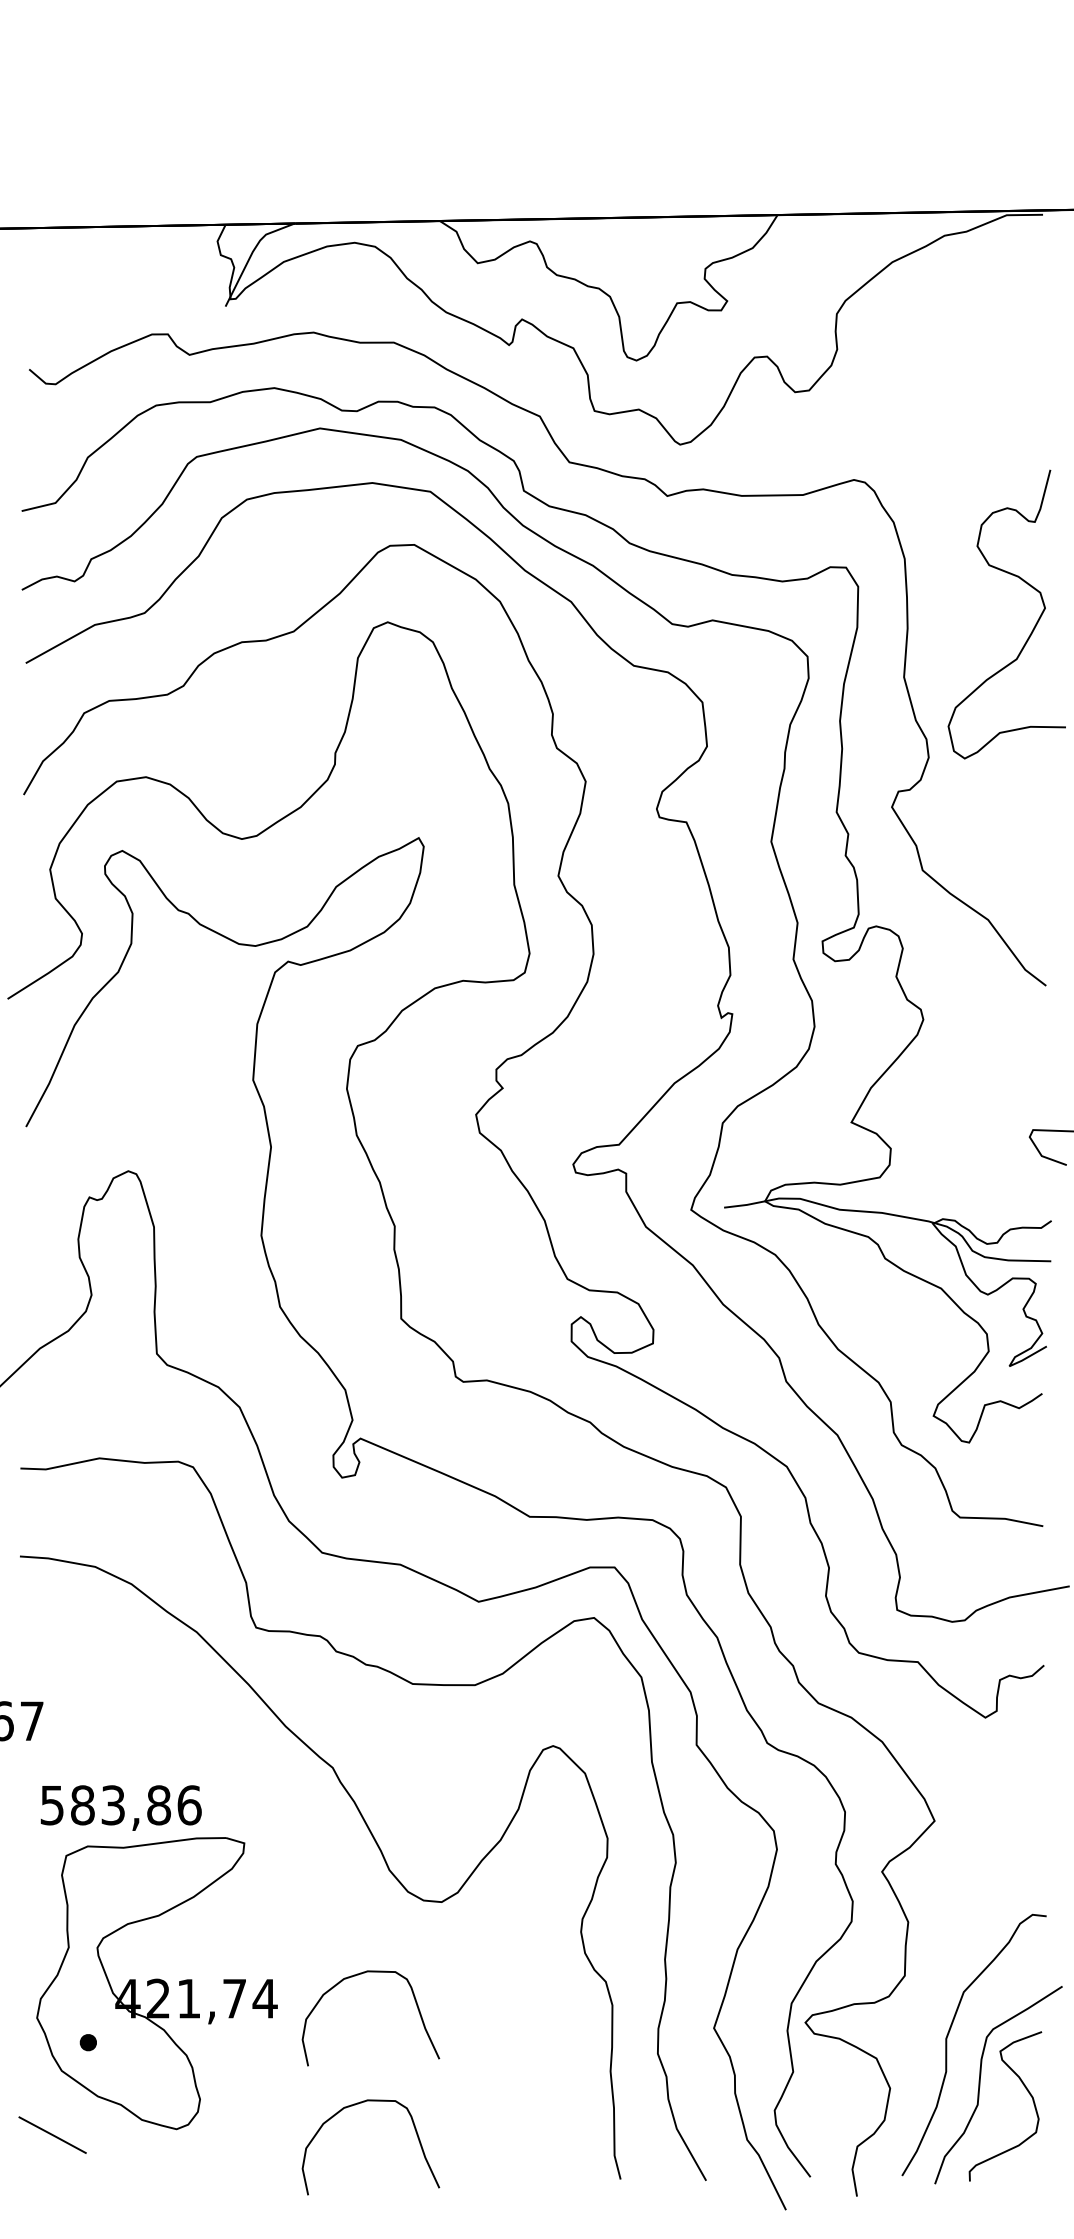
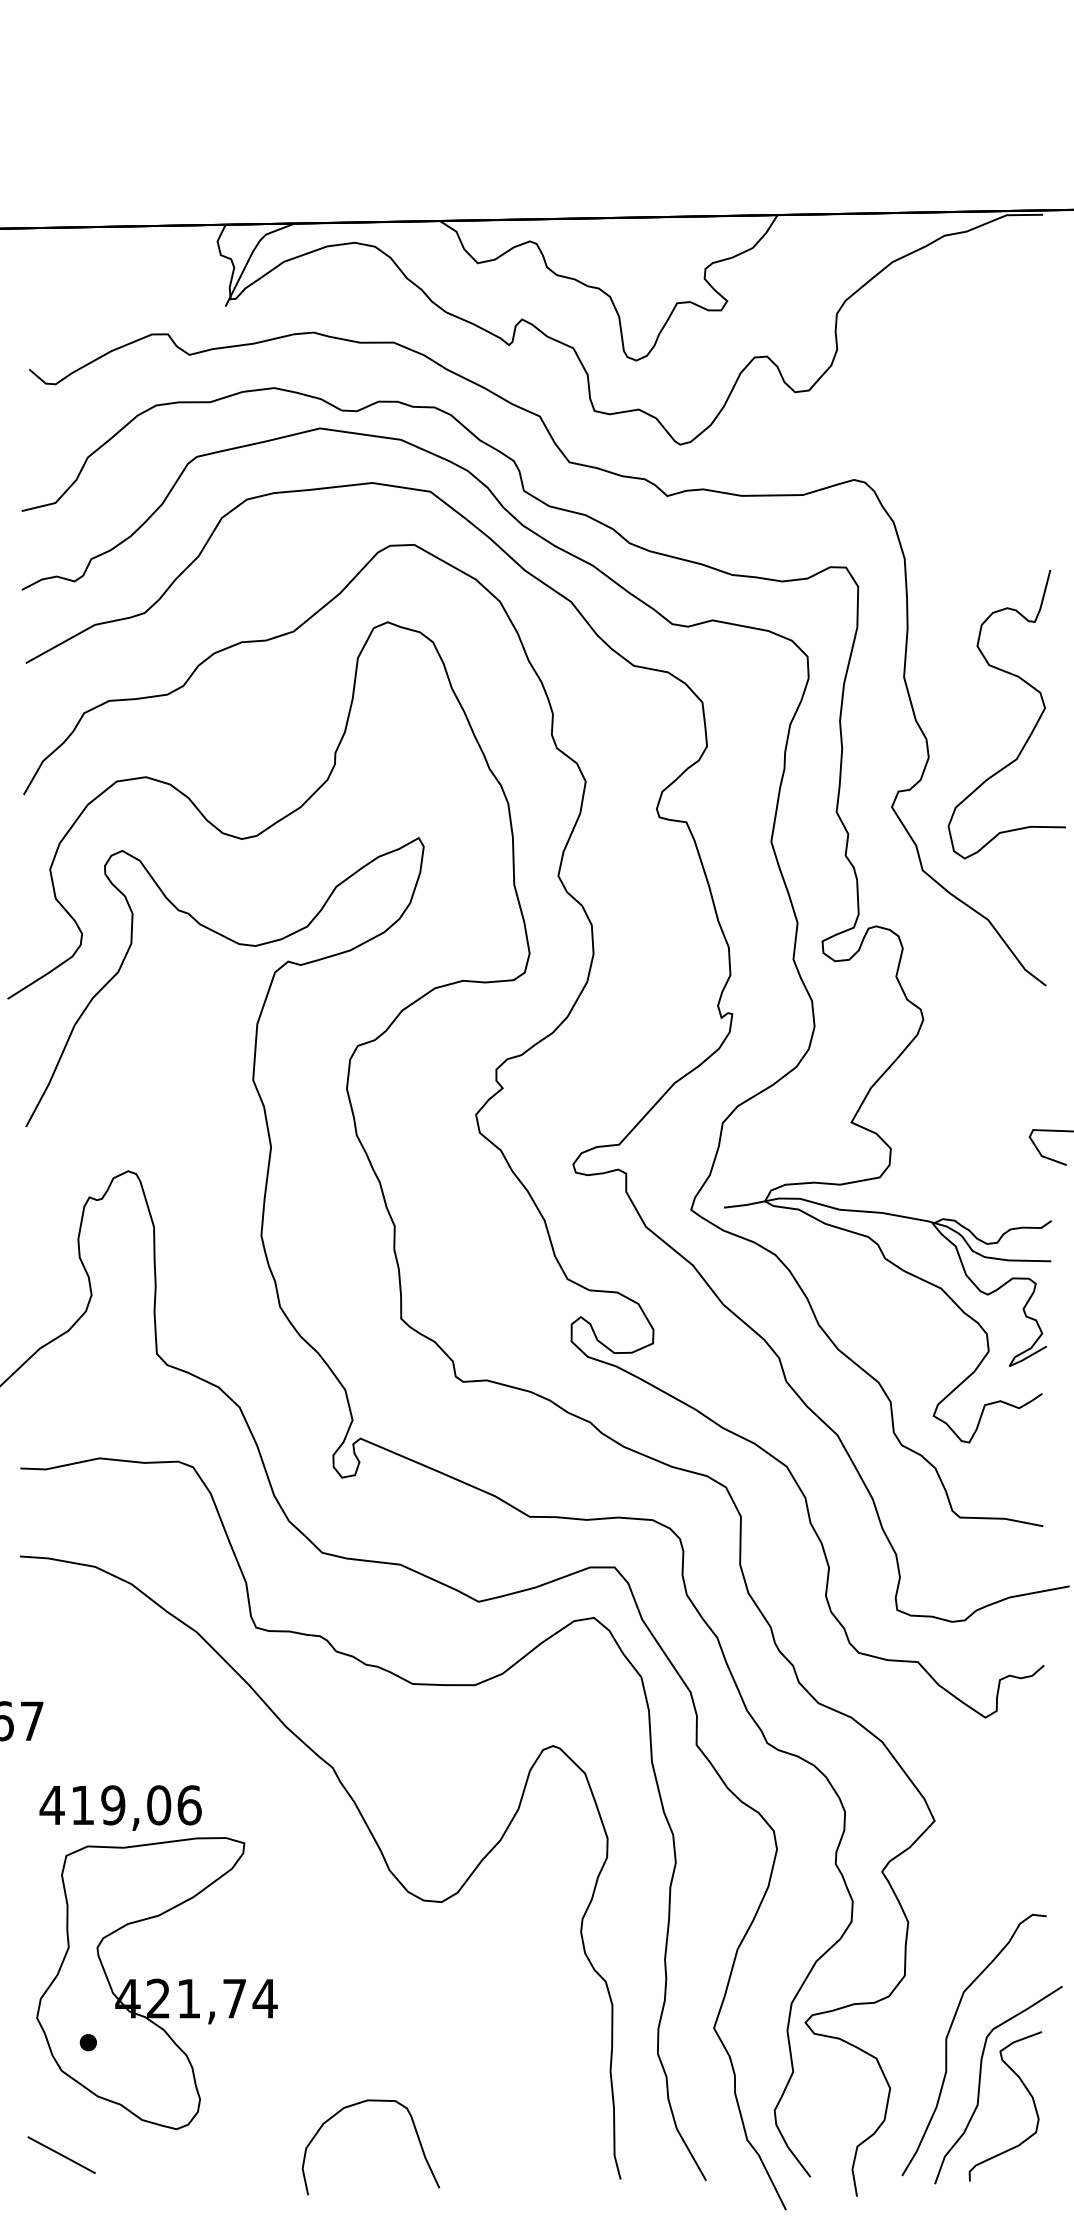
curve at (1033, 627) position: (1033, 627) -> (1033, 727)
text at (105, 1805): 583,86 -> 419,06
curve at (355, 1976): present -> none
line at (52, 2134) position: (52, 2134) -> (61, 2154)
